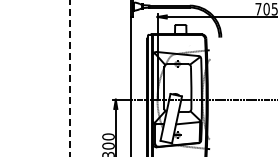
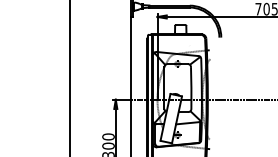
line at (69, 78): dashed -> solid
